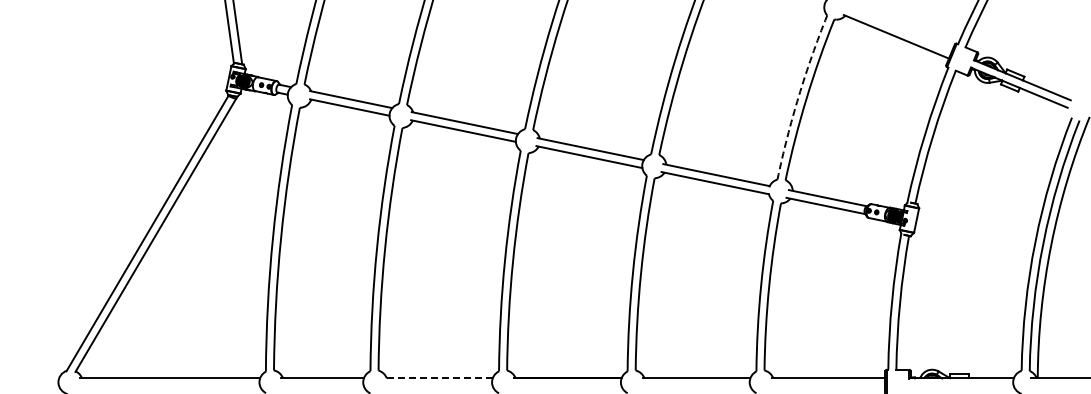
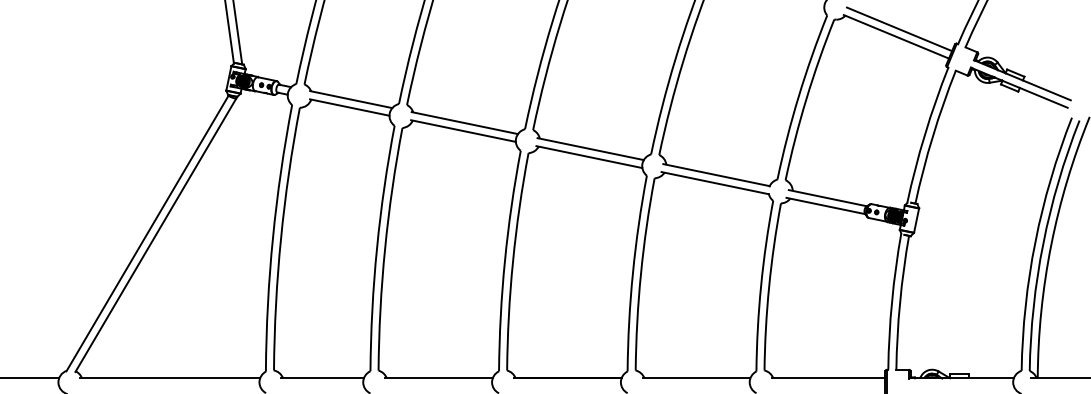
line at (899, 29): none -> present
arc at (798, 96): dashed -> solid
line at (30, 378): none -> present
line at (438, 378): dashed -> solid
